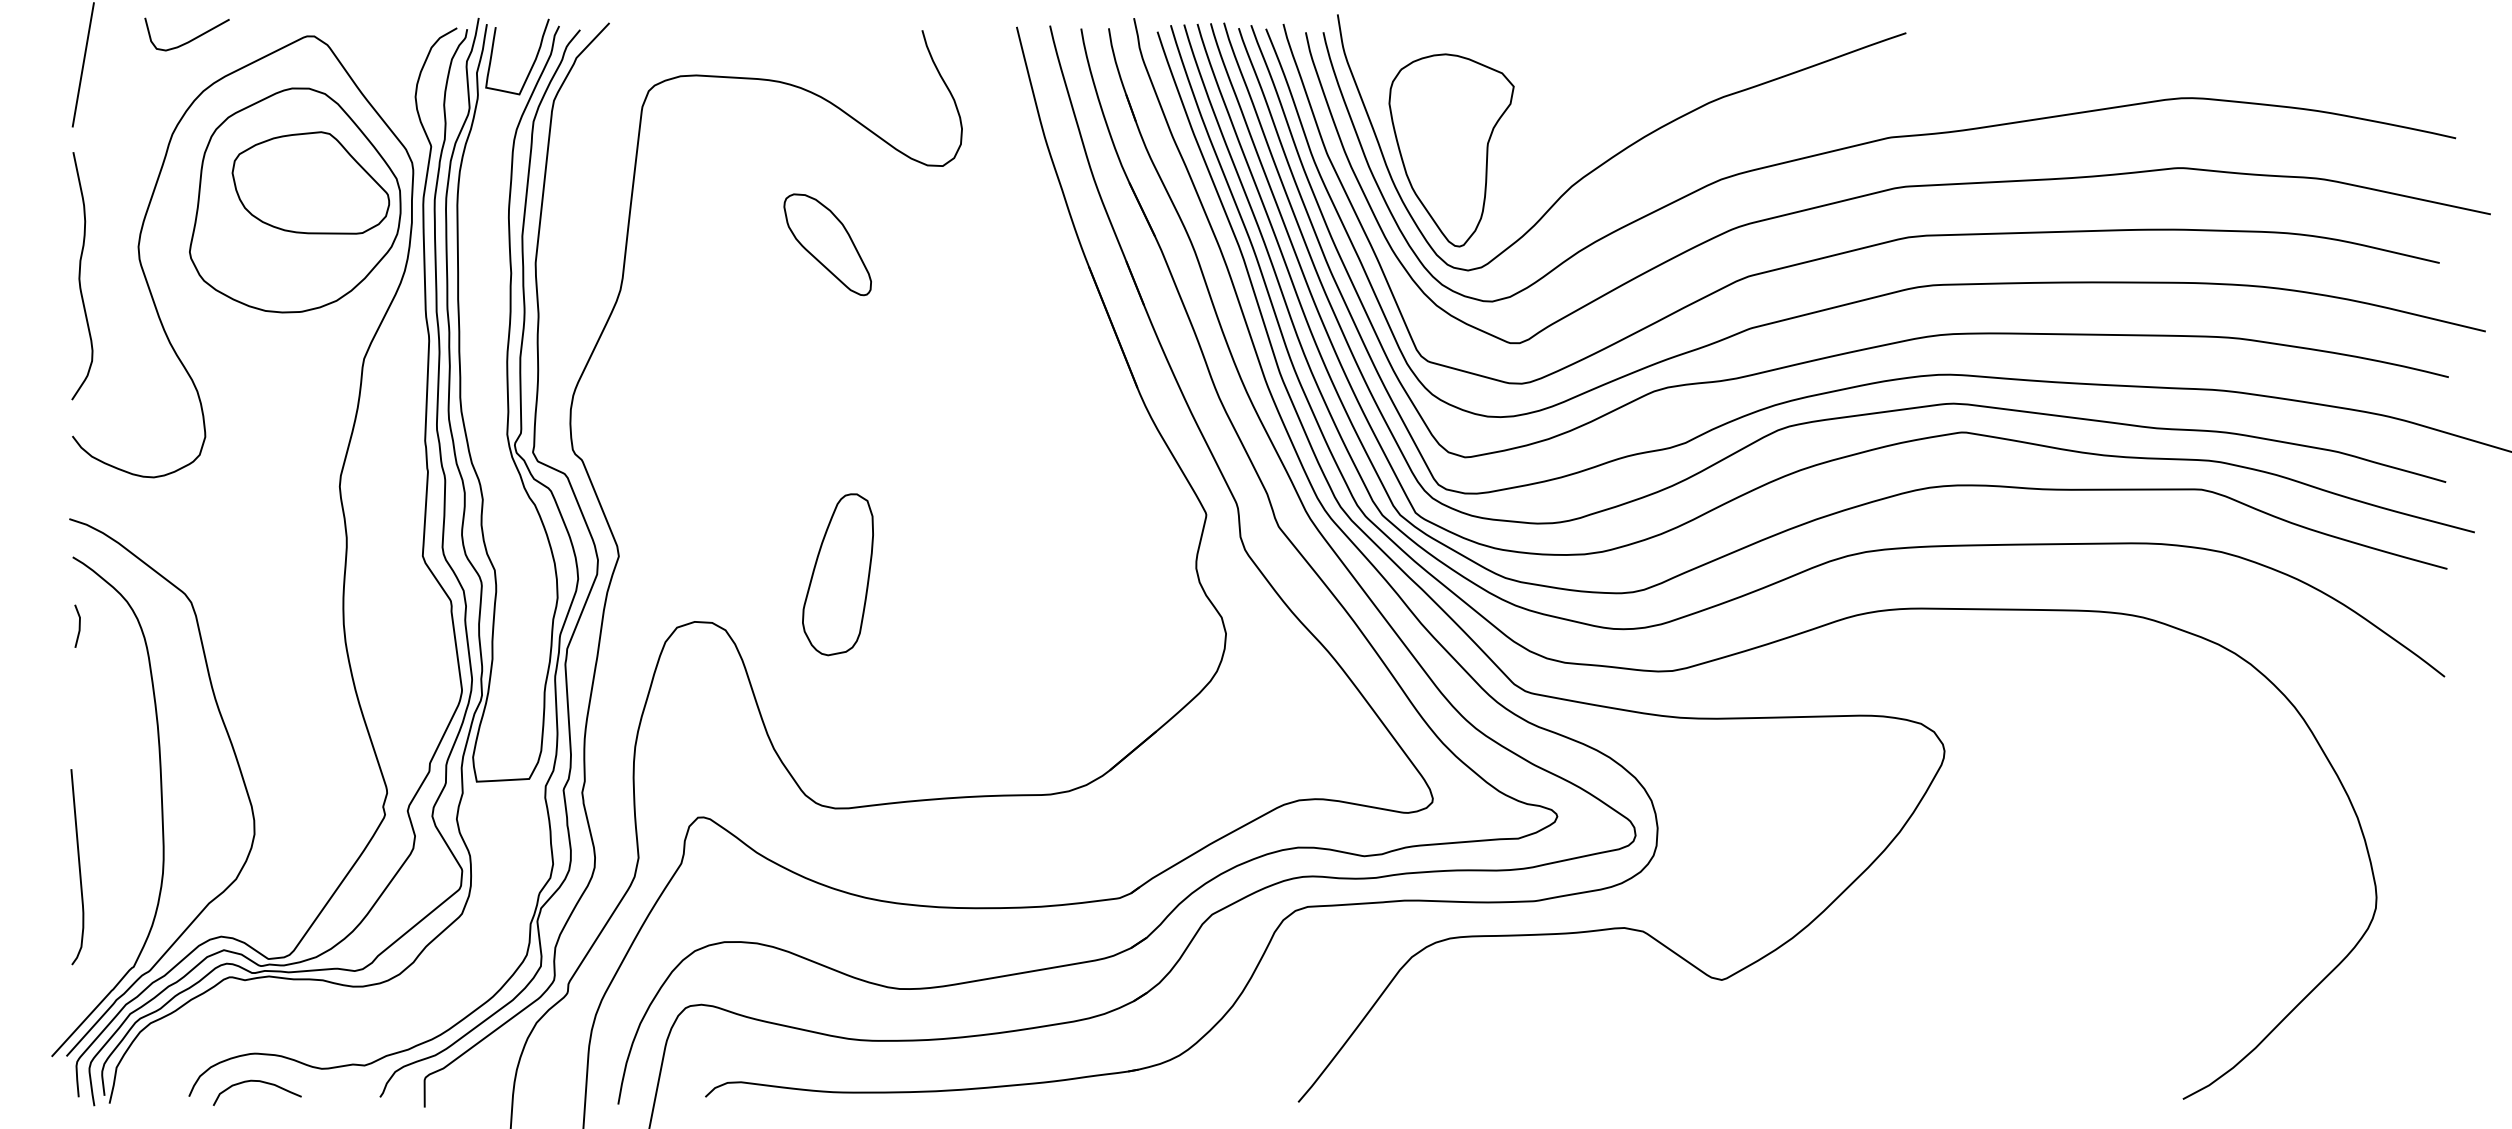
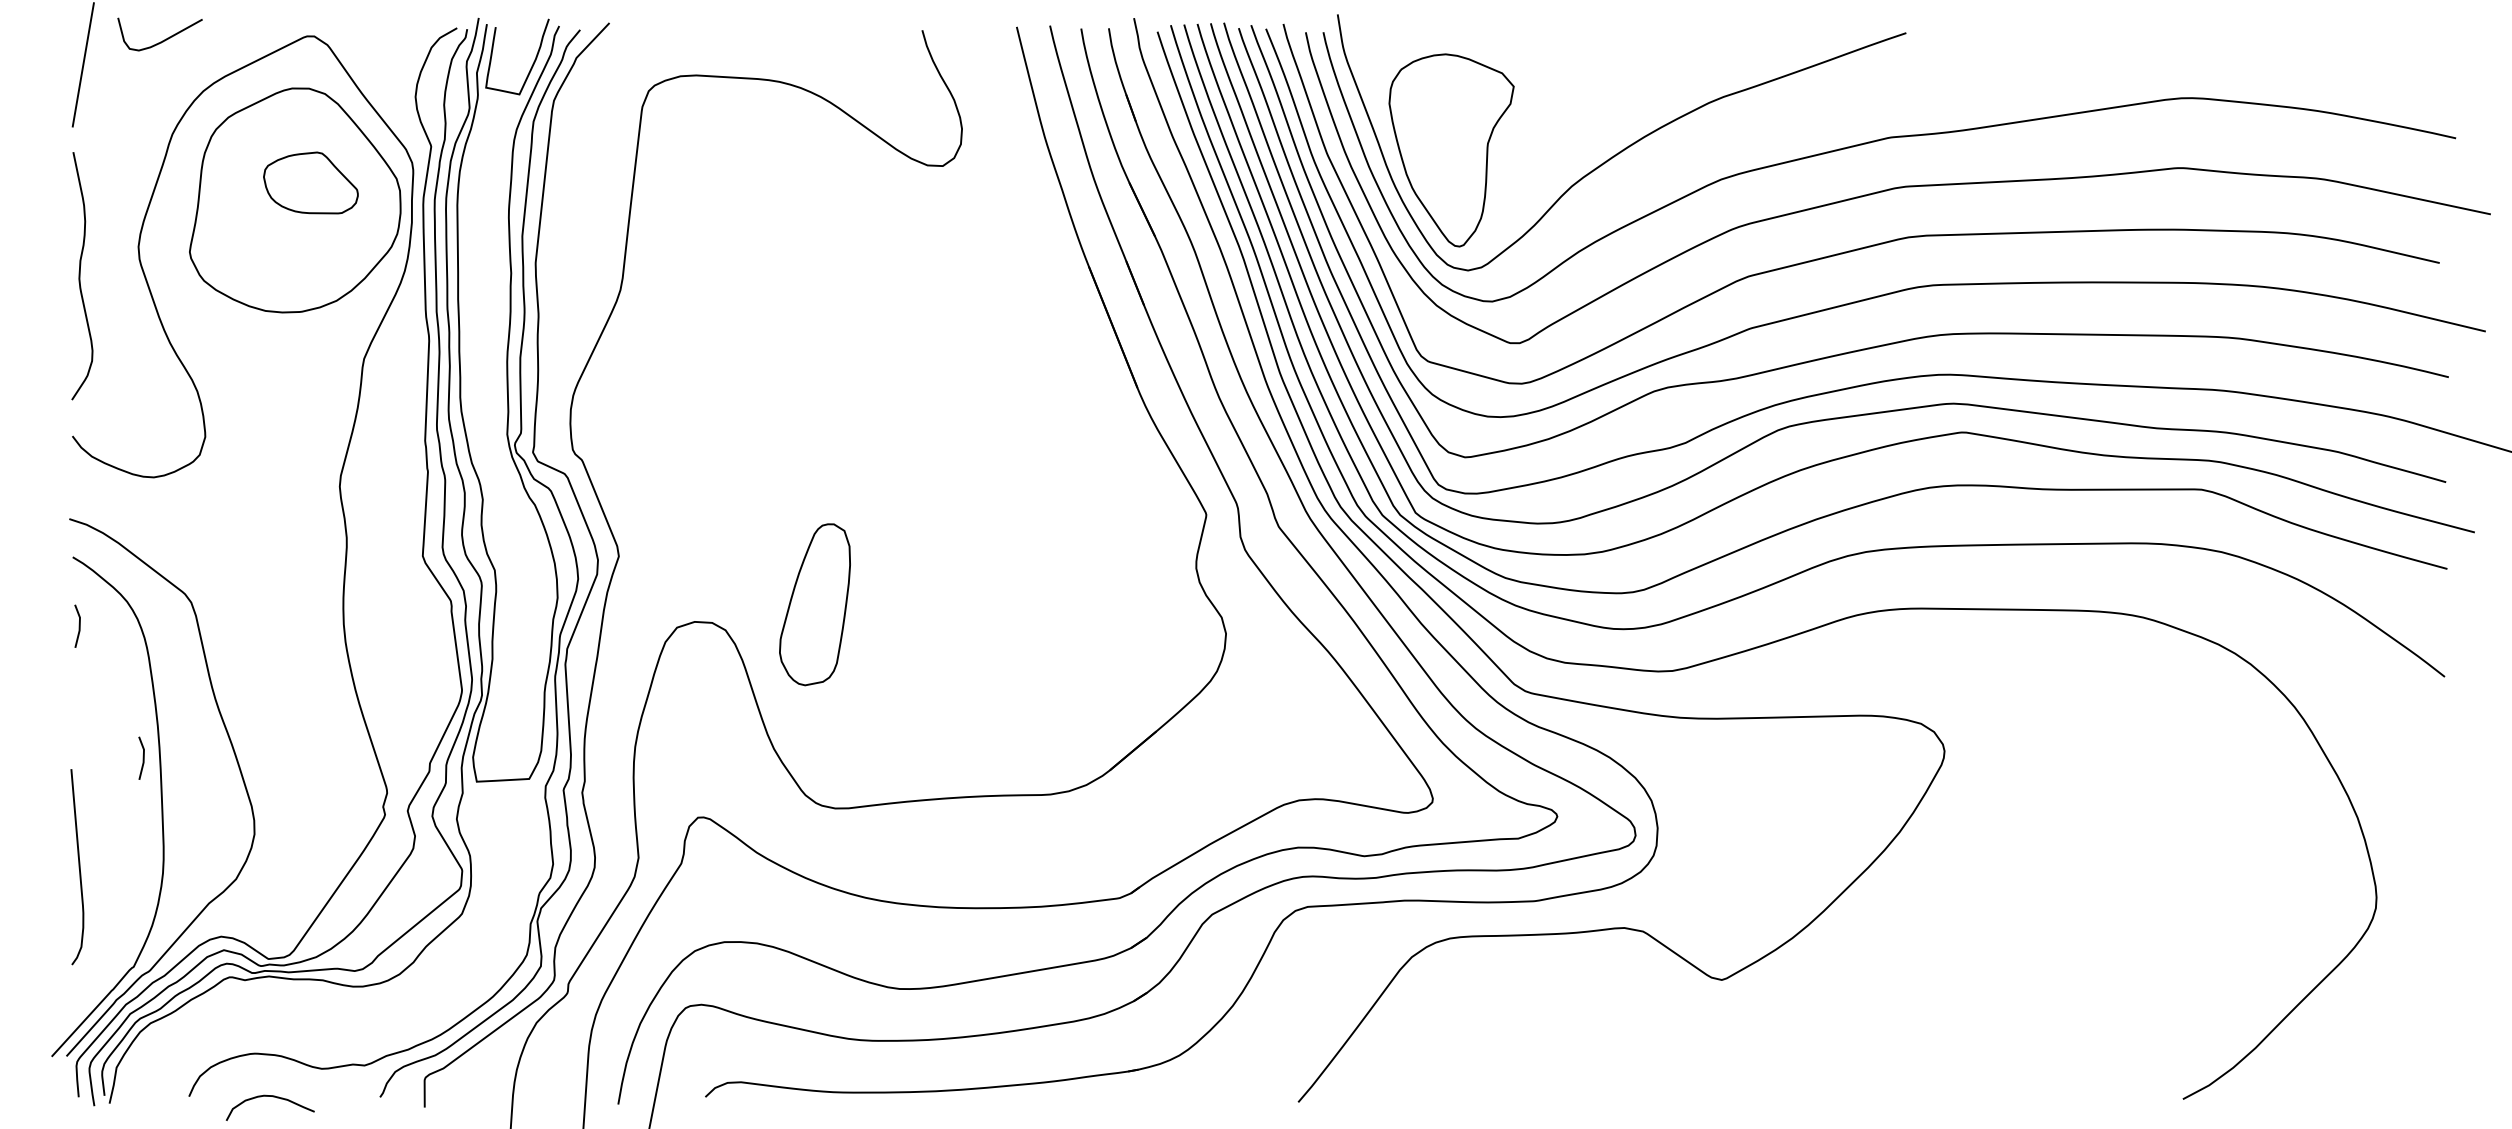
curve at (189, 40) position: (189, 40) -> (162, 40)
part at (310, 182) size: 160x104 px -> 96x64 px
part at (827, 244): present -> none
part at (837, 574) position: (837, 574) -> (814, 604)
line at (142, 757): none -> present
curve at (260, 1082) position: (260, 1082) -> (273, 1097)
